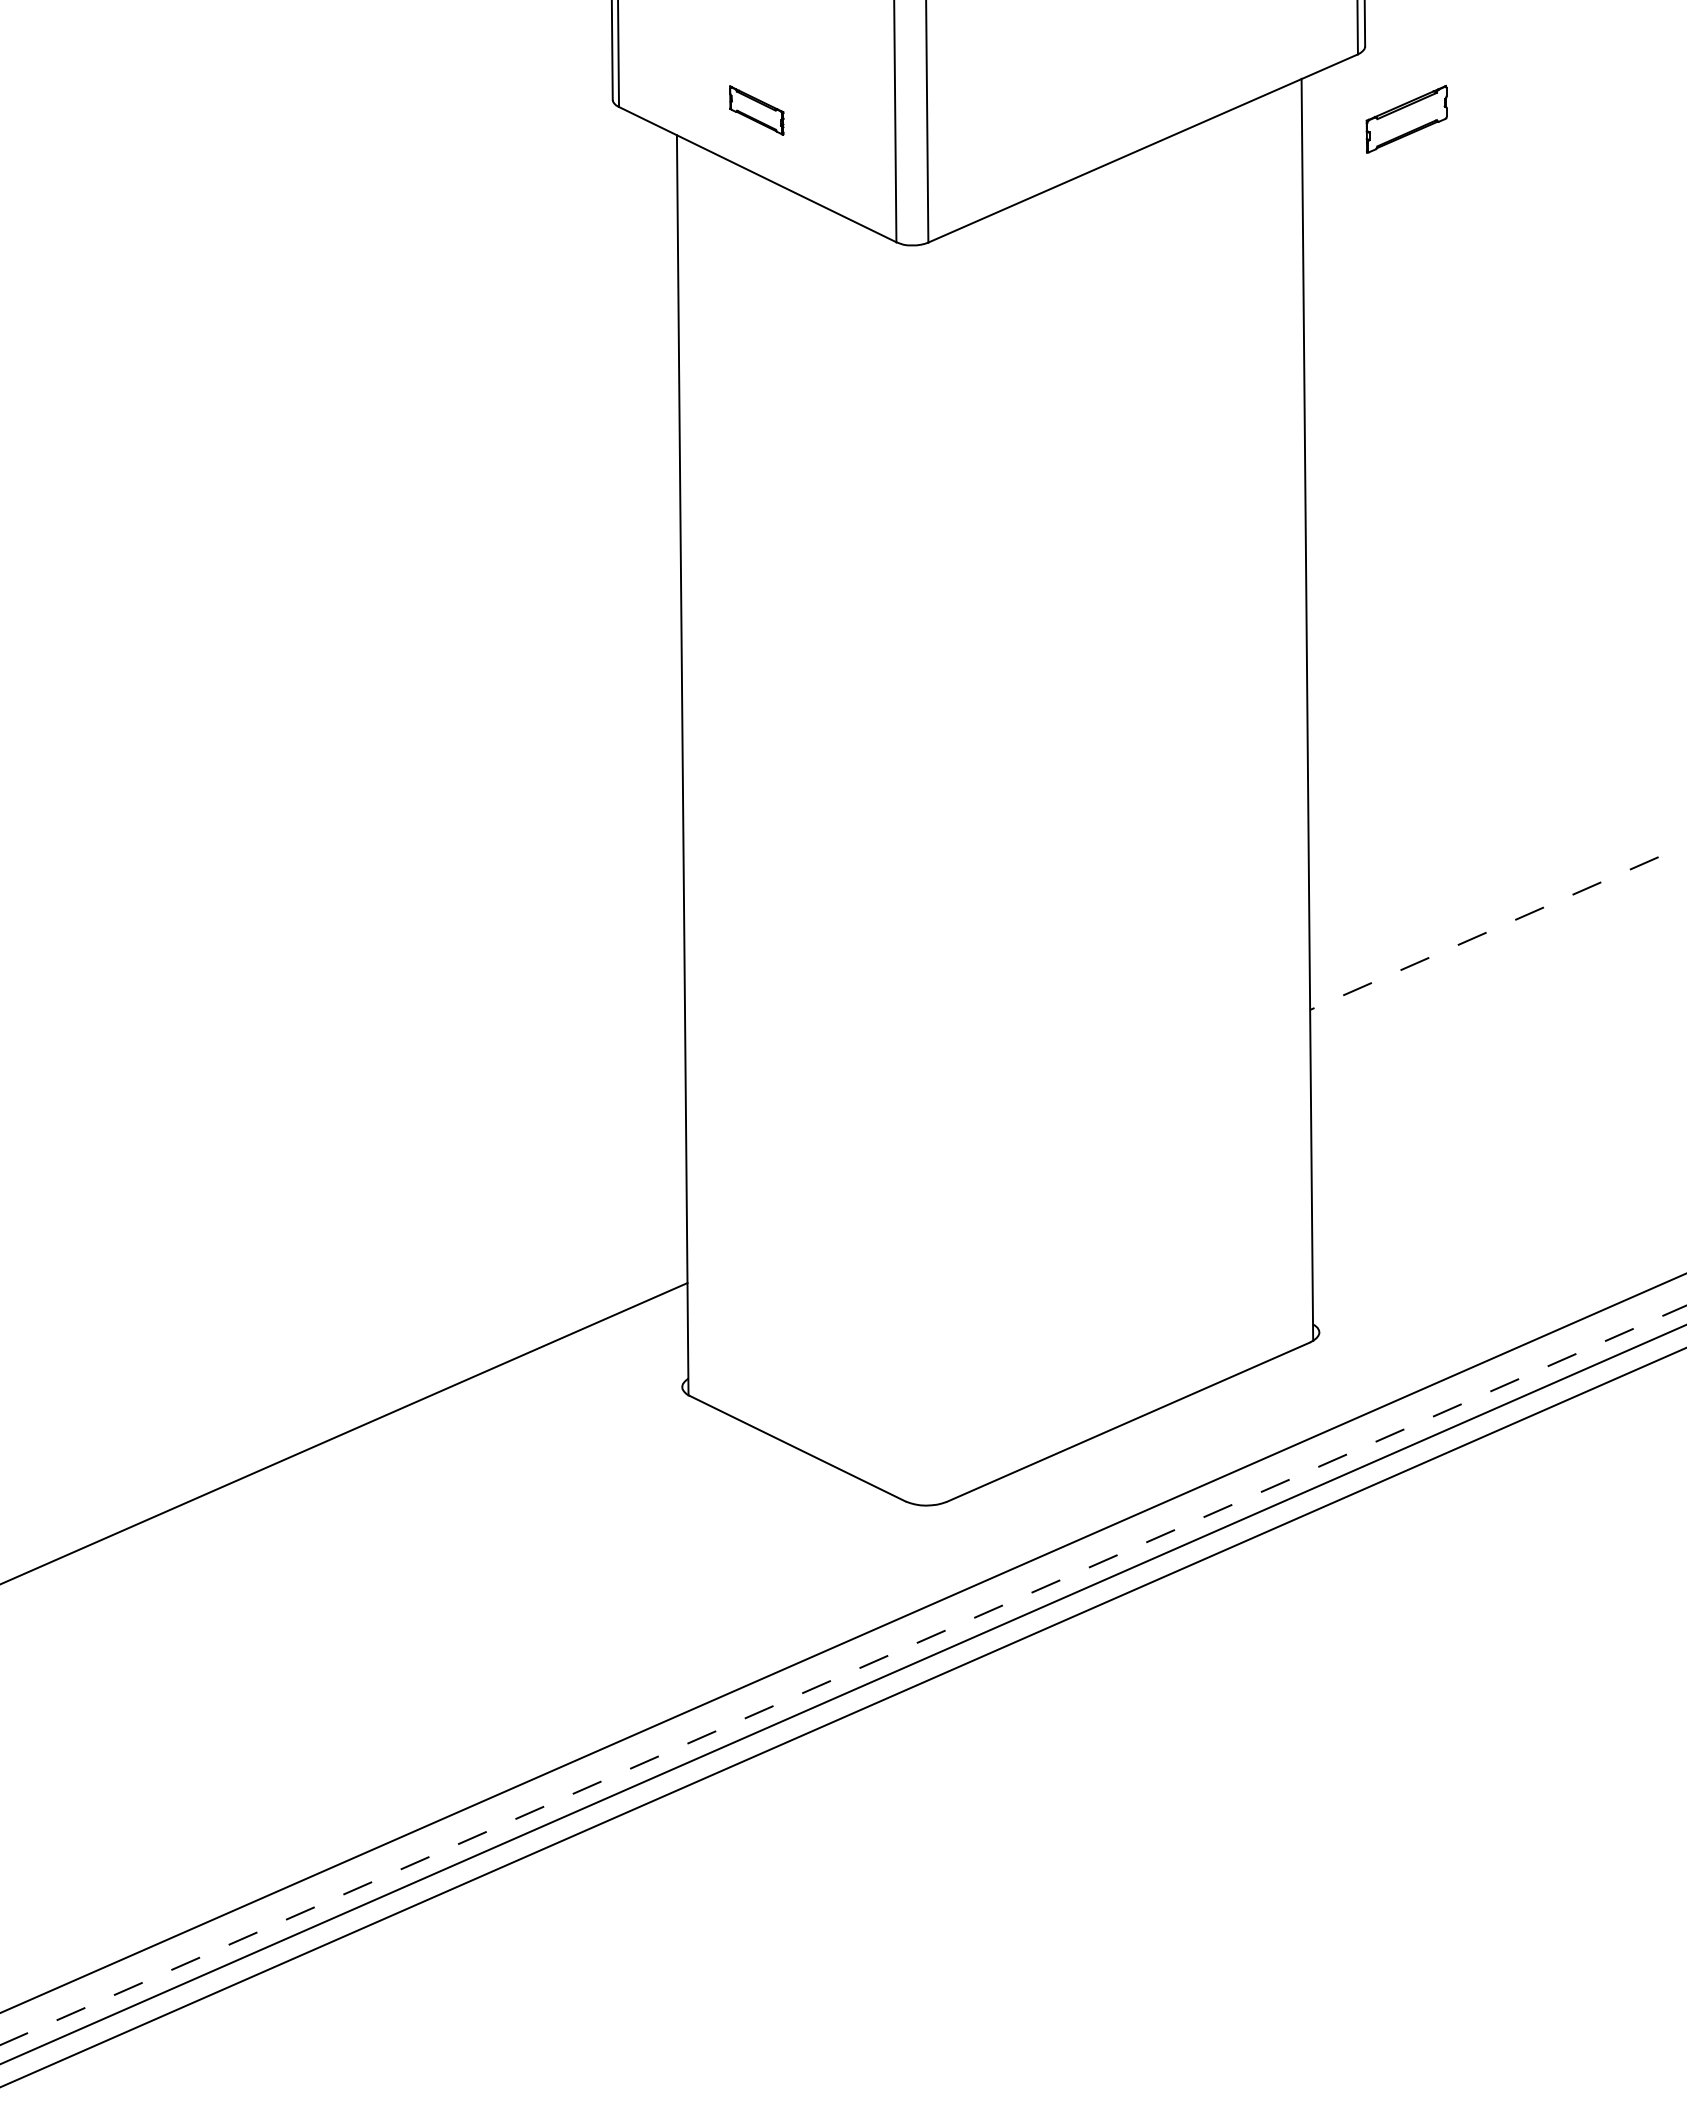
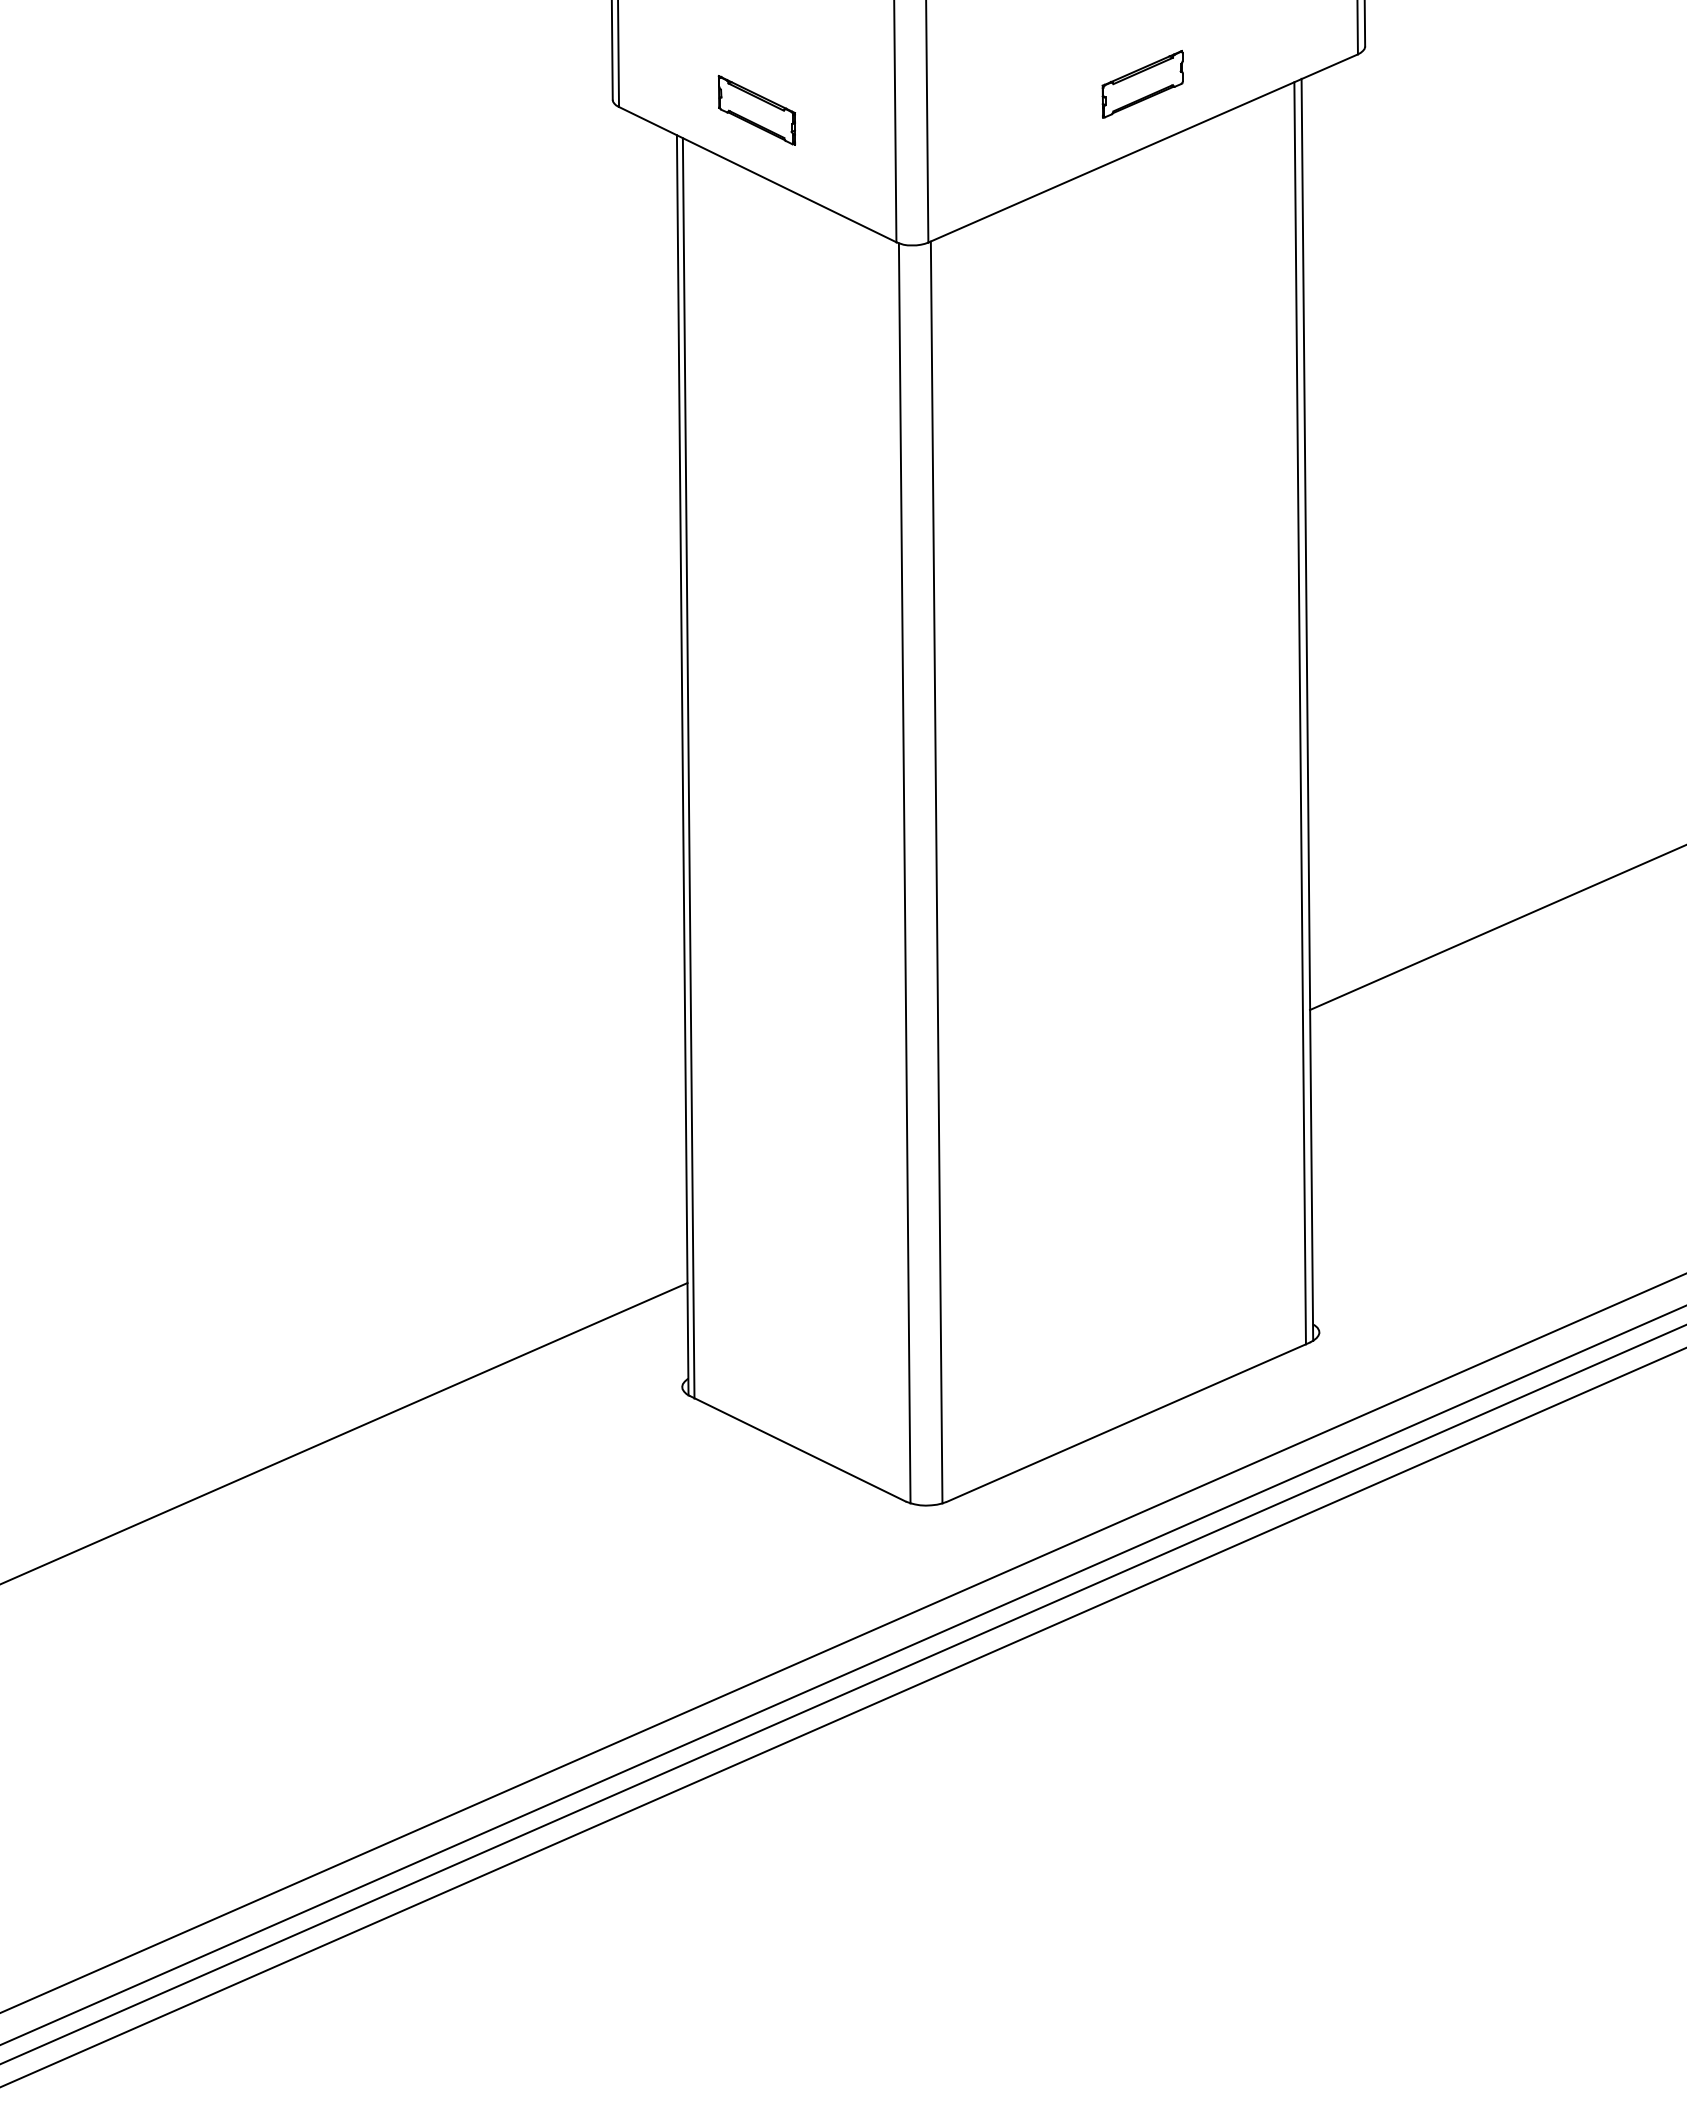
part at (756, 110) size: 56x51 px -> 79x71 px
part at (1406, 119) position: (1406, 119) -> (1142, 84)
line at (1299, 713): none -> present
line at (688, 768): none -> present
line at (936, 872): none -> present
line at (904, 873): none -> present
line at (1497, 927): dashed -> solid
line at (843, 1675): dashed -> solid
